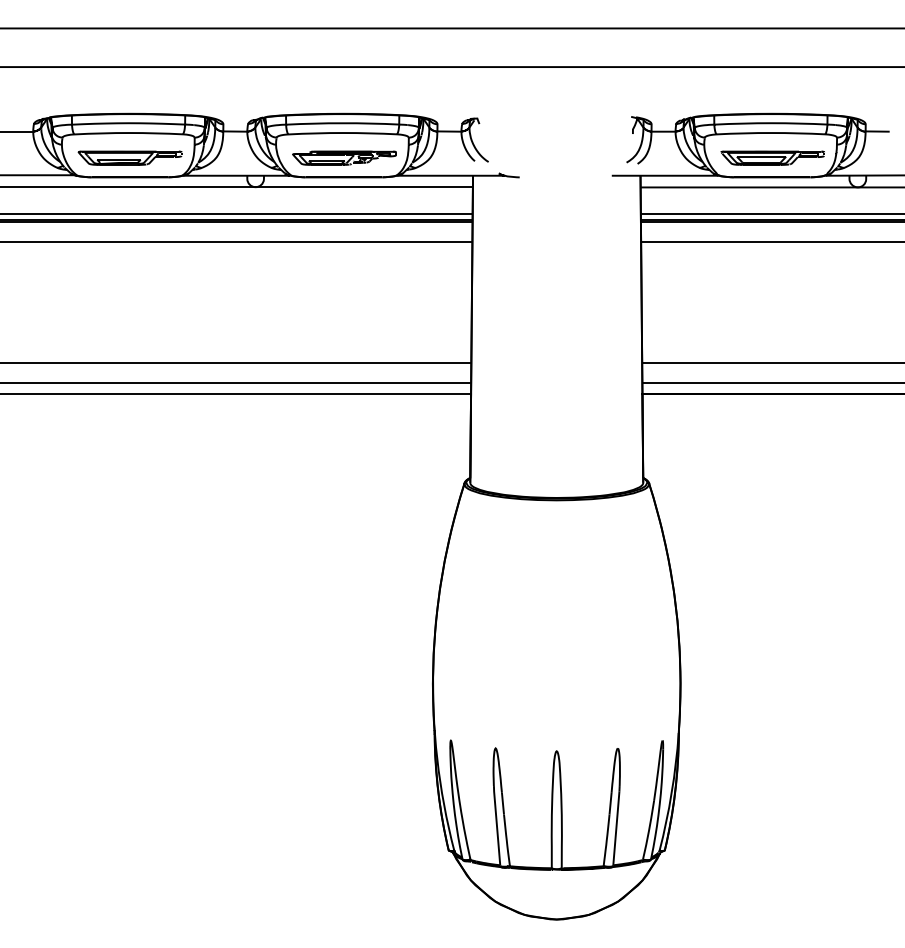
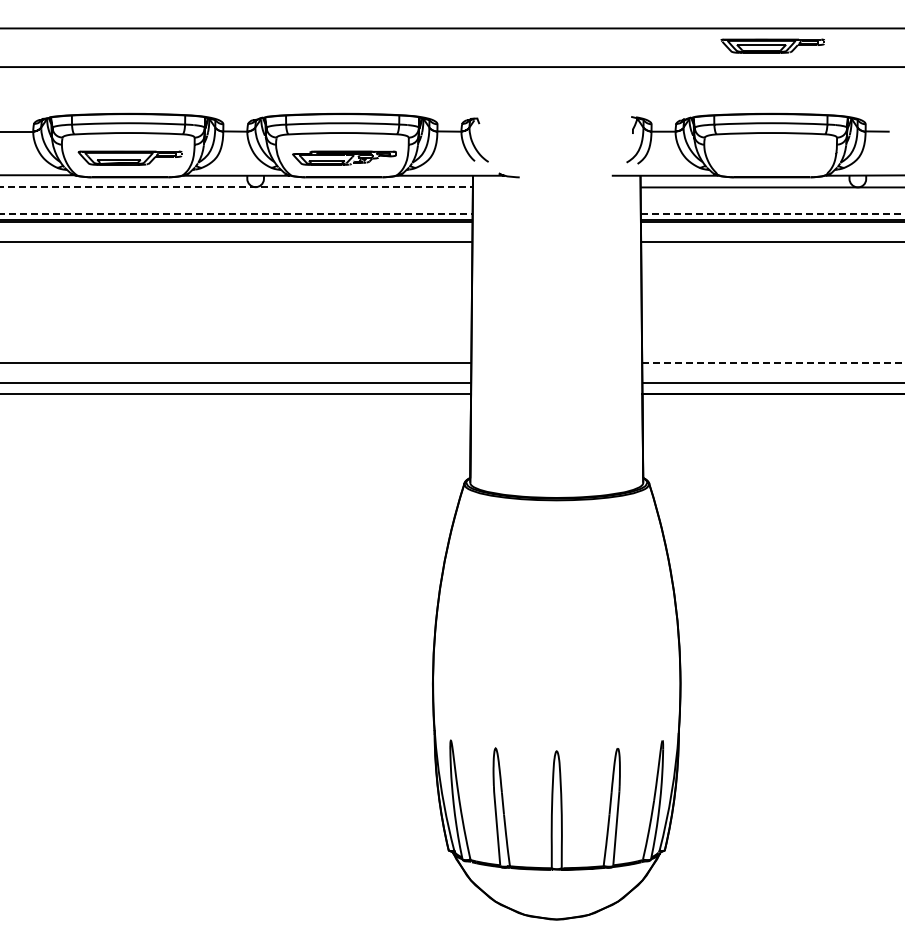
part at (772, 157) position: (772, 157) -> (772, 45)
line at (237, 187): solid -> dashed
line at (236, 214): solid -> dashed
line at (772, 214): solid -> dashed
line at (773, 363): solid -> dashed
